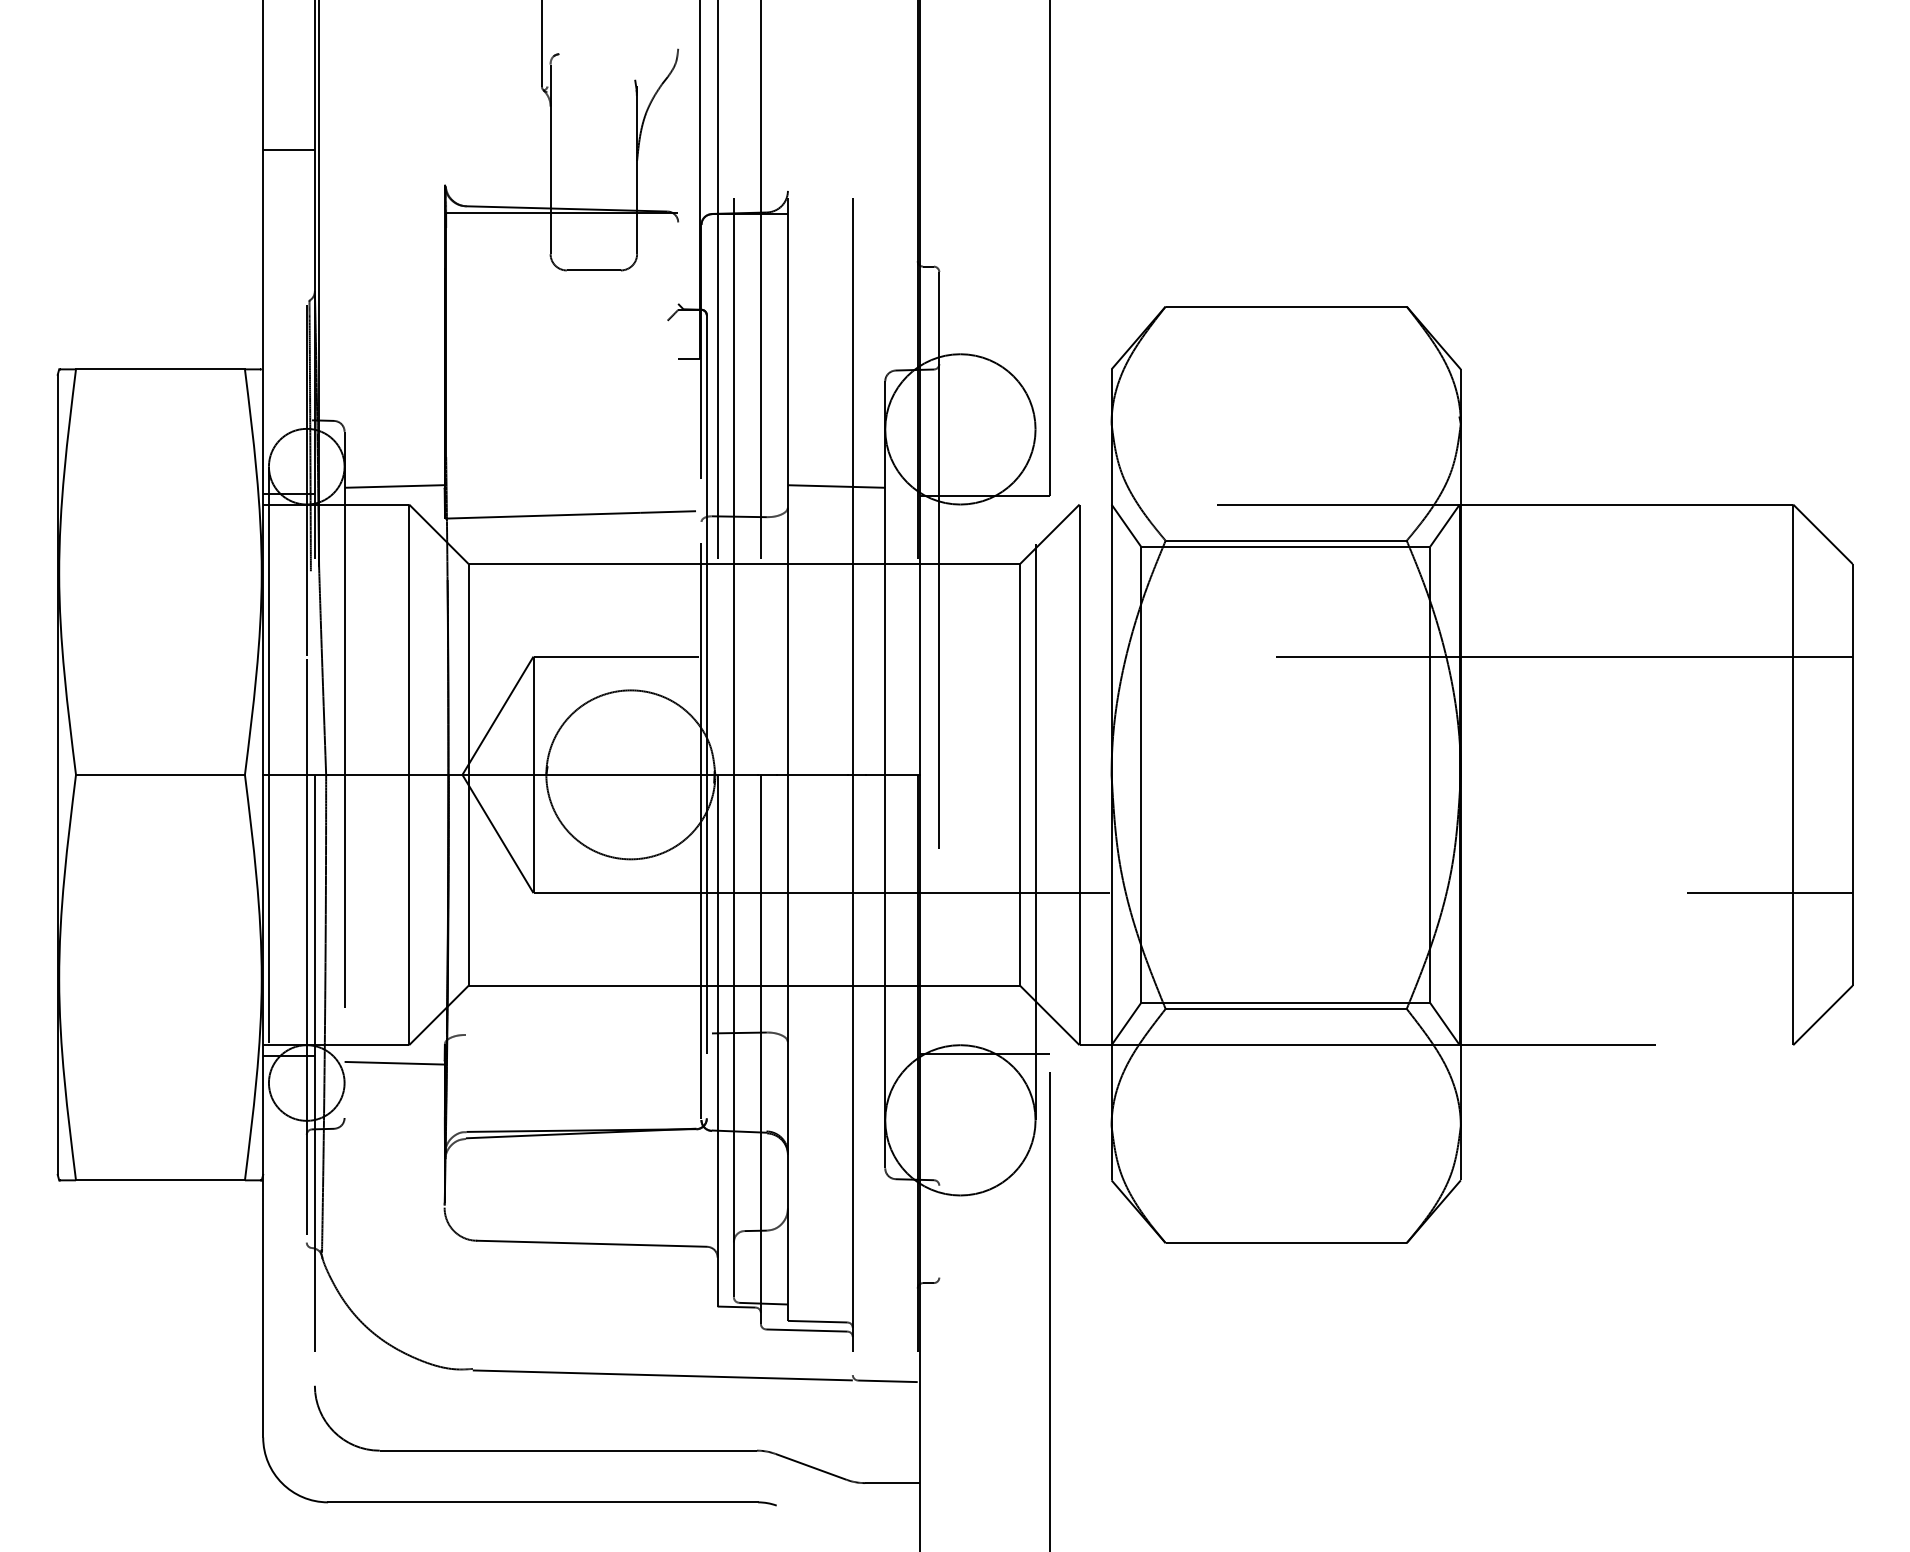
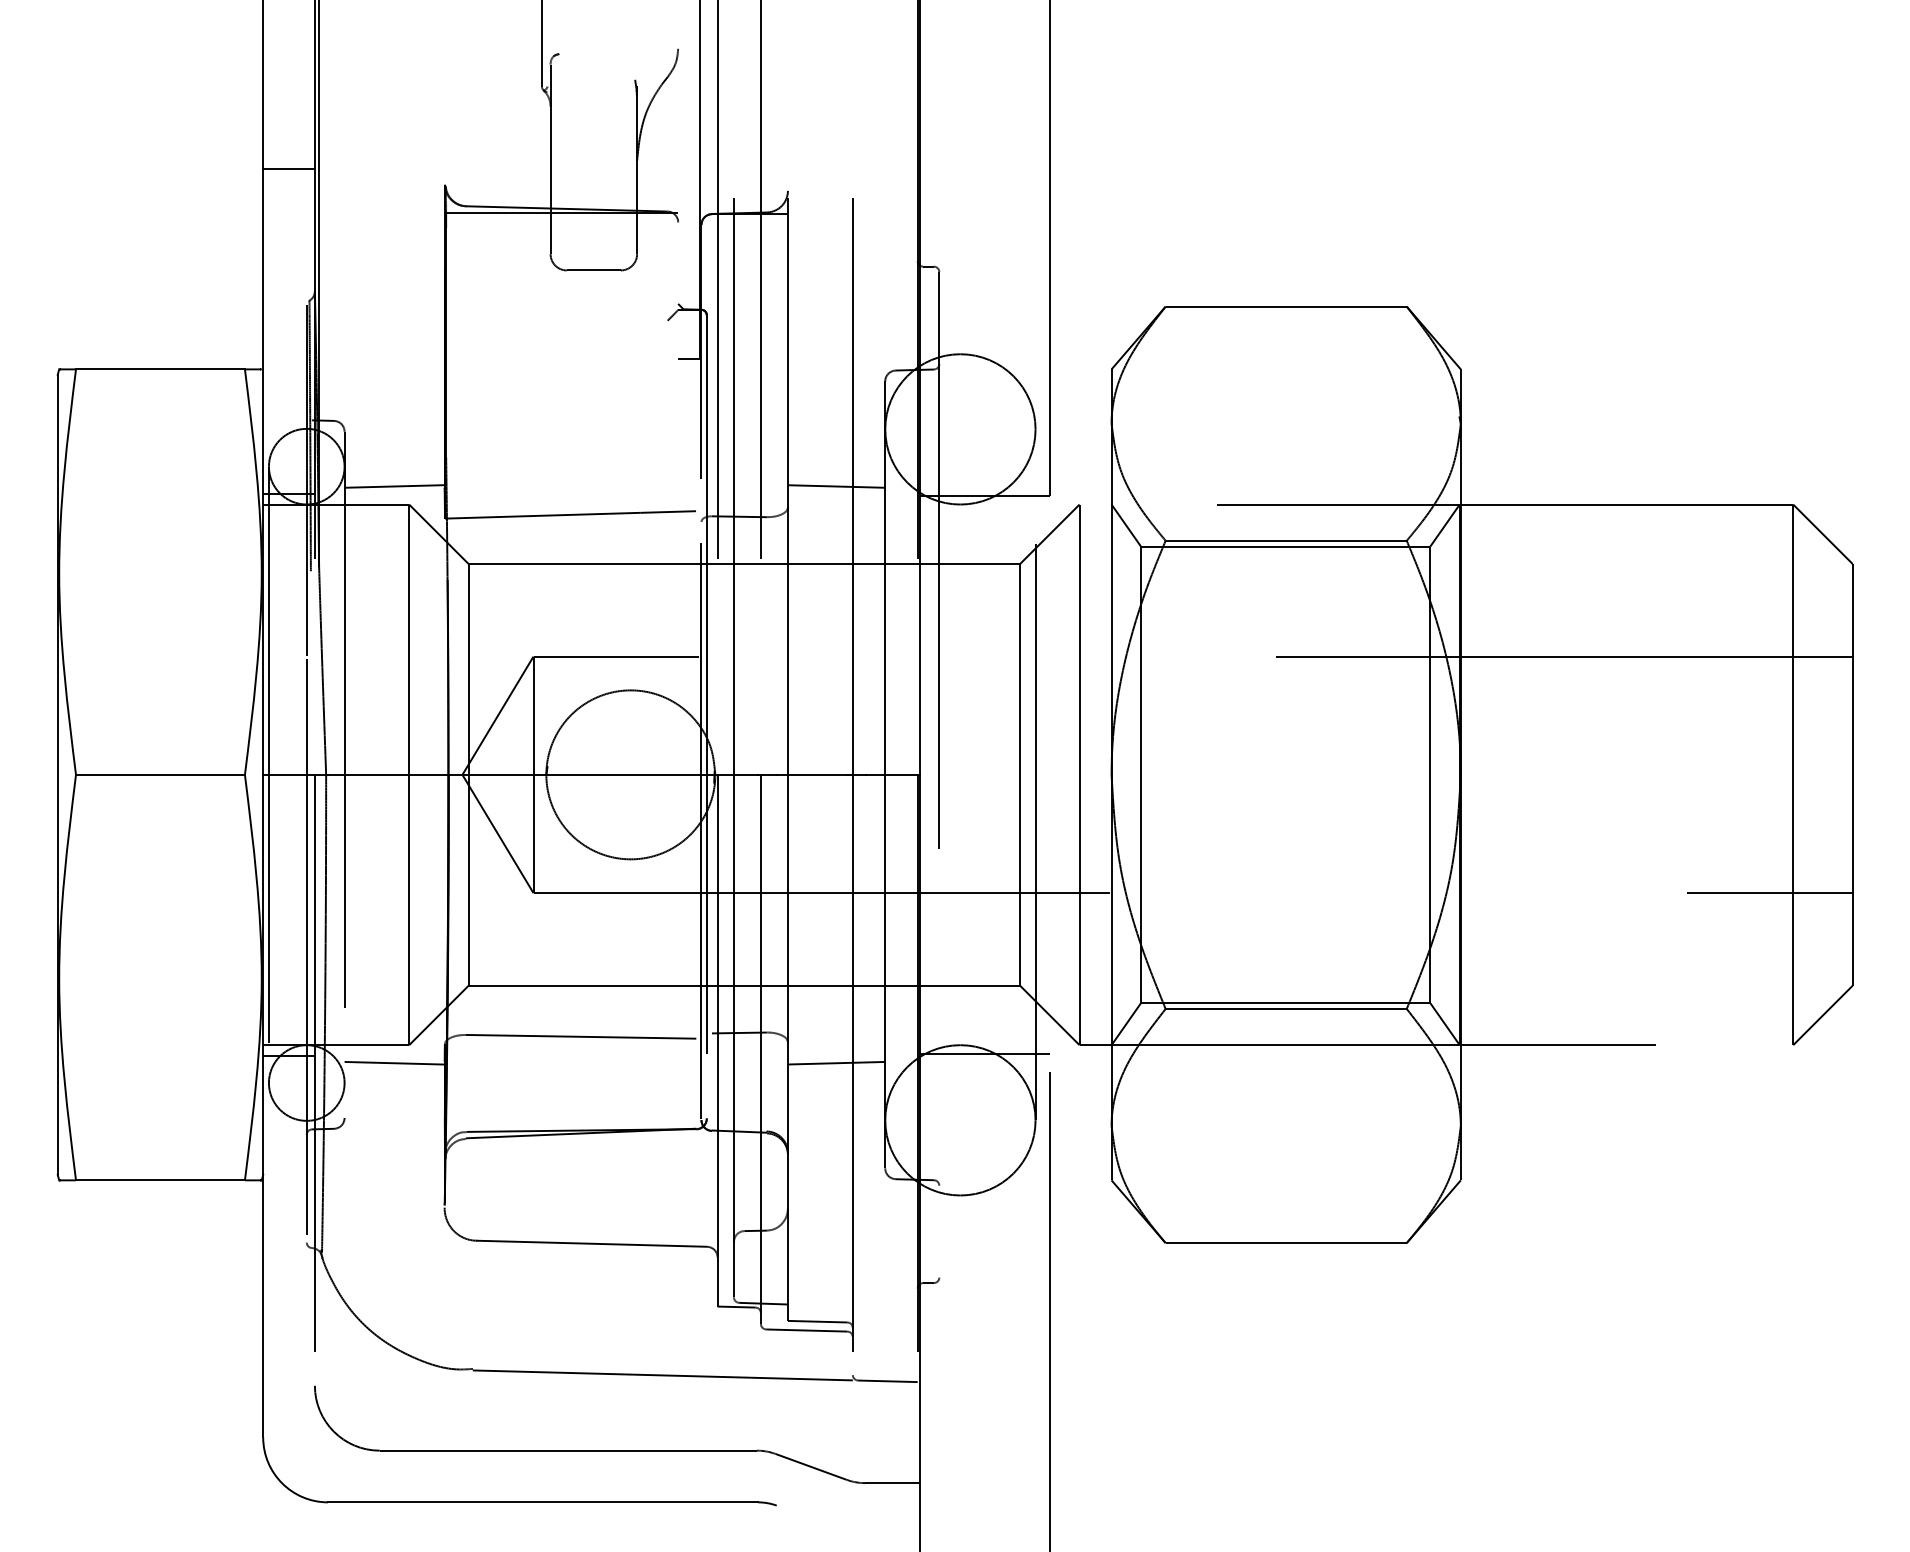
line at (288, 150) position: (288, 150) -> (288, 169)
line at (580, 1036): none -> present
line at (836, 1062): none -> present
